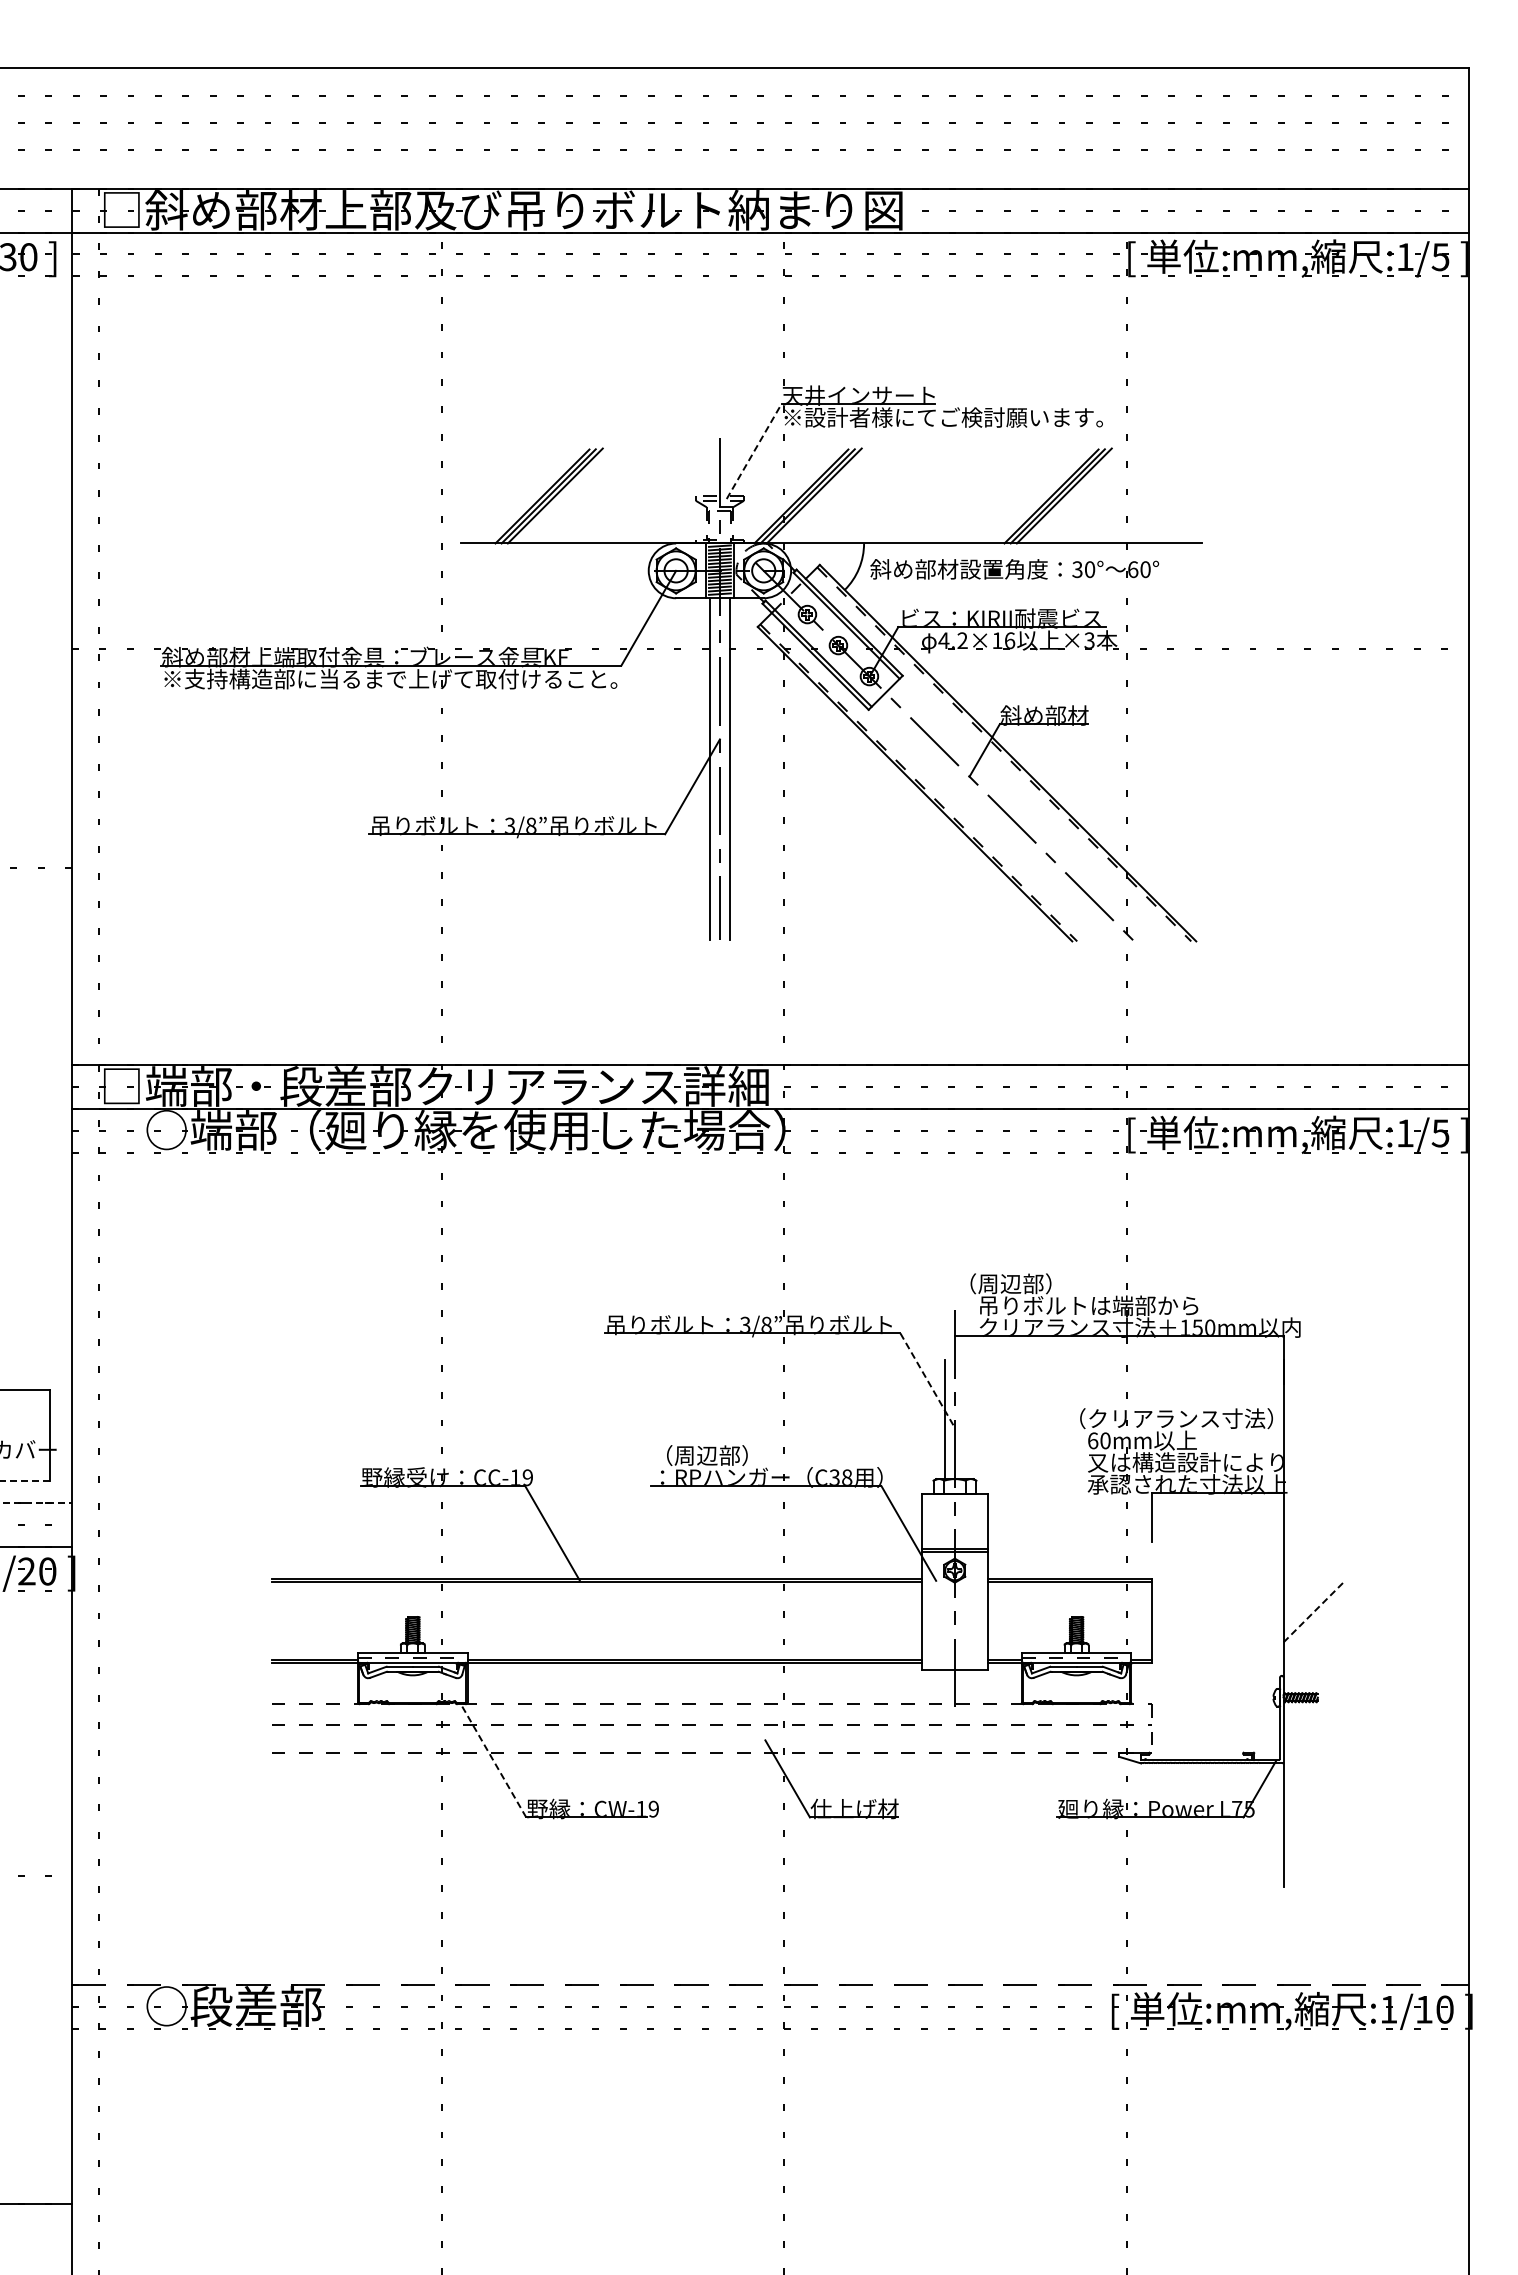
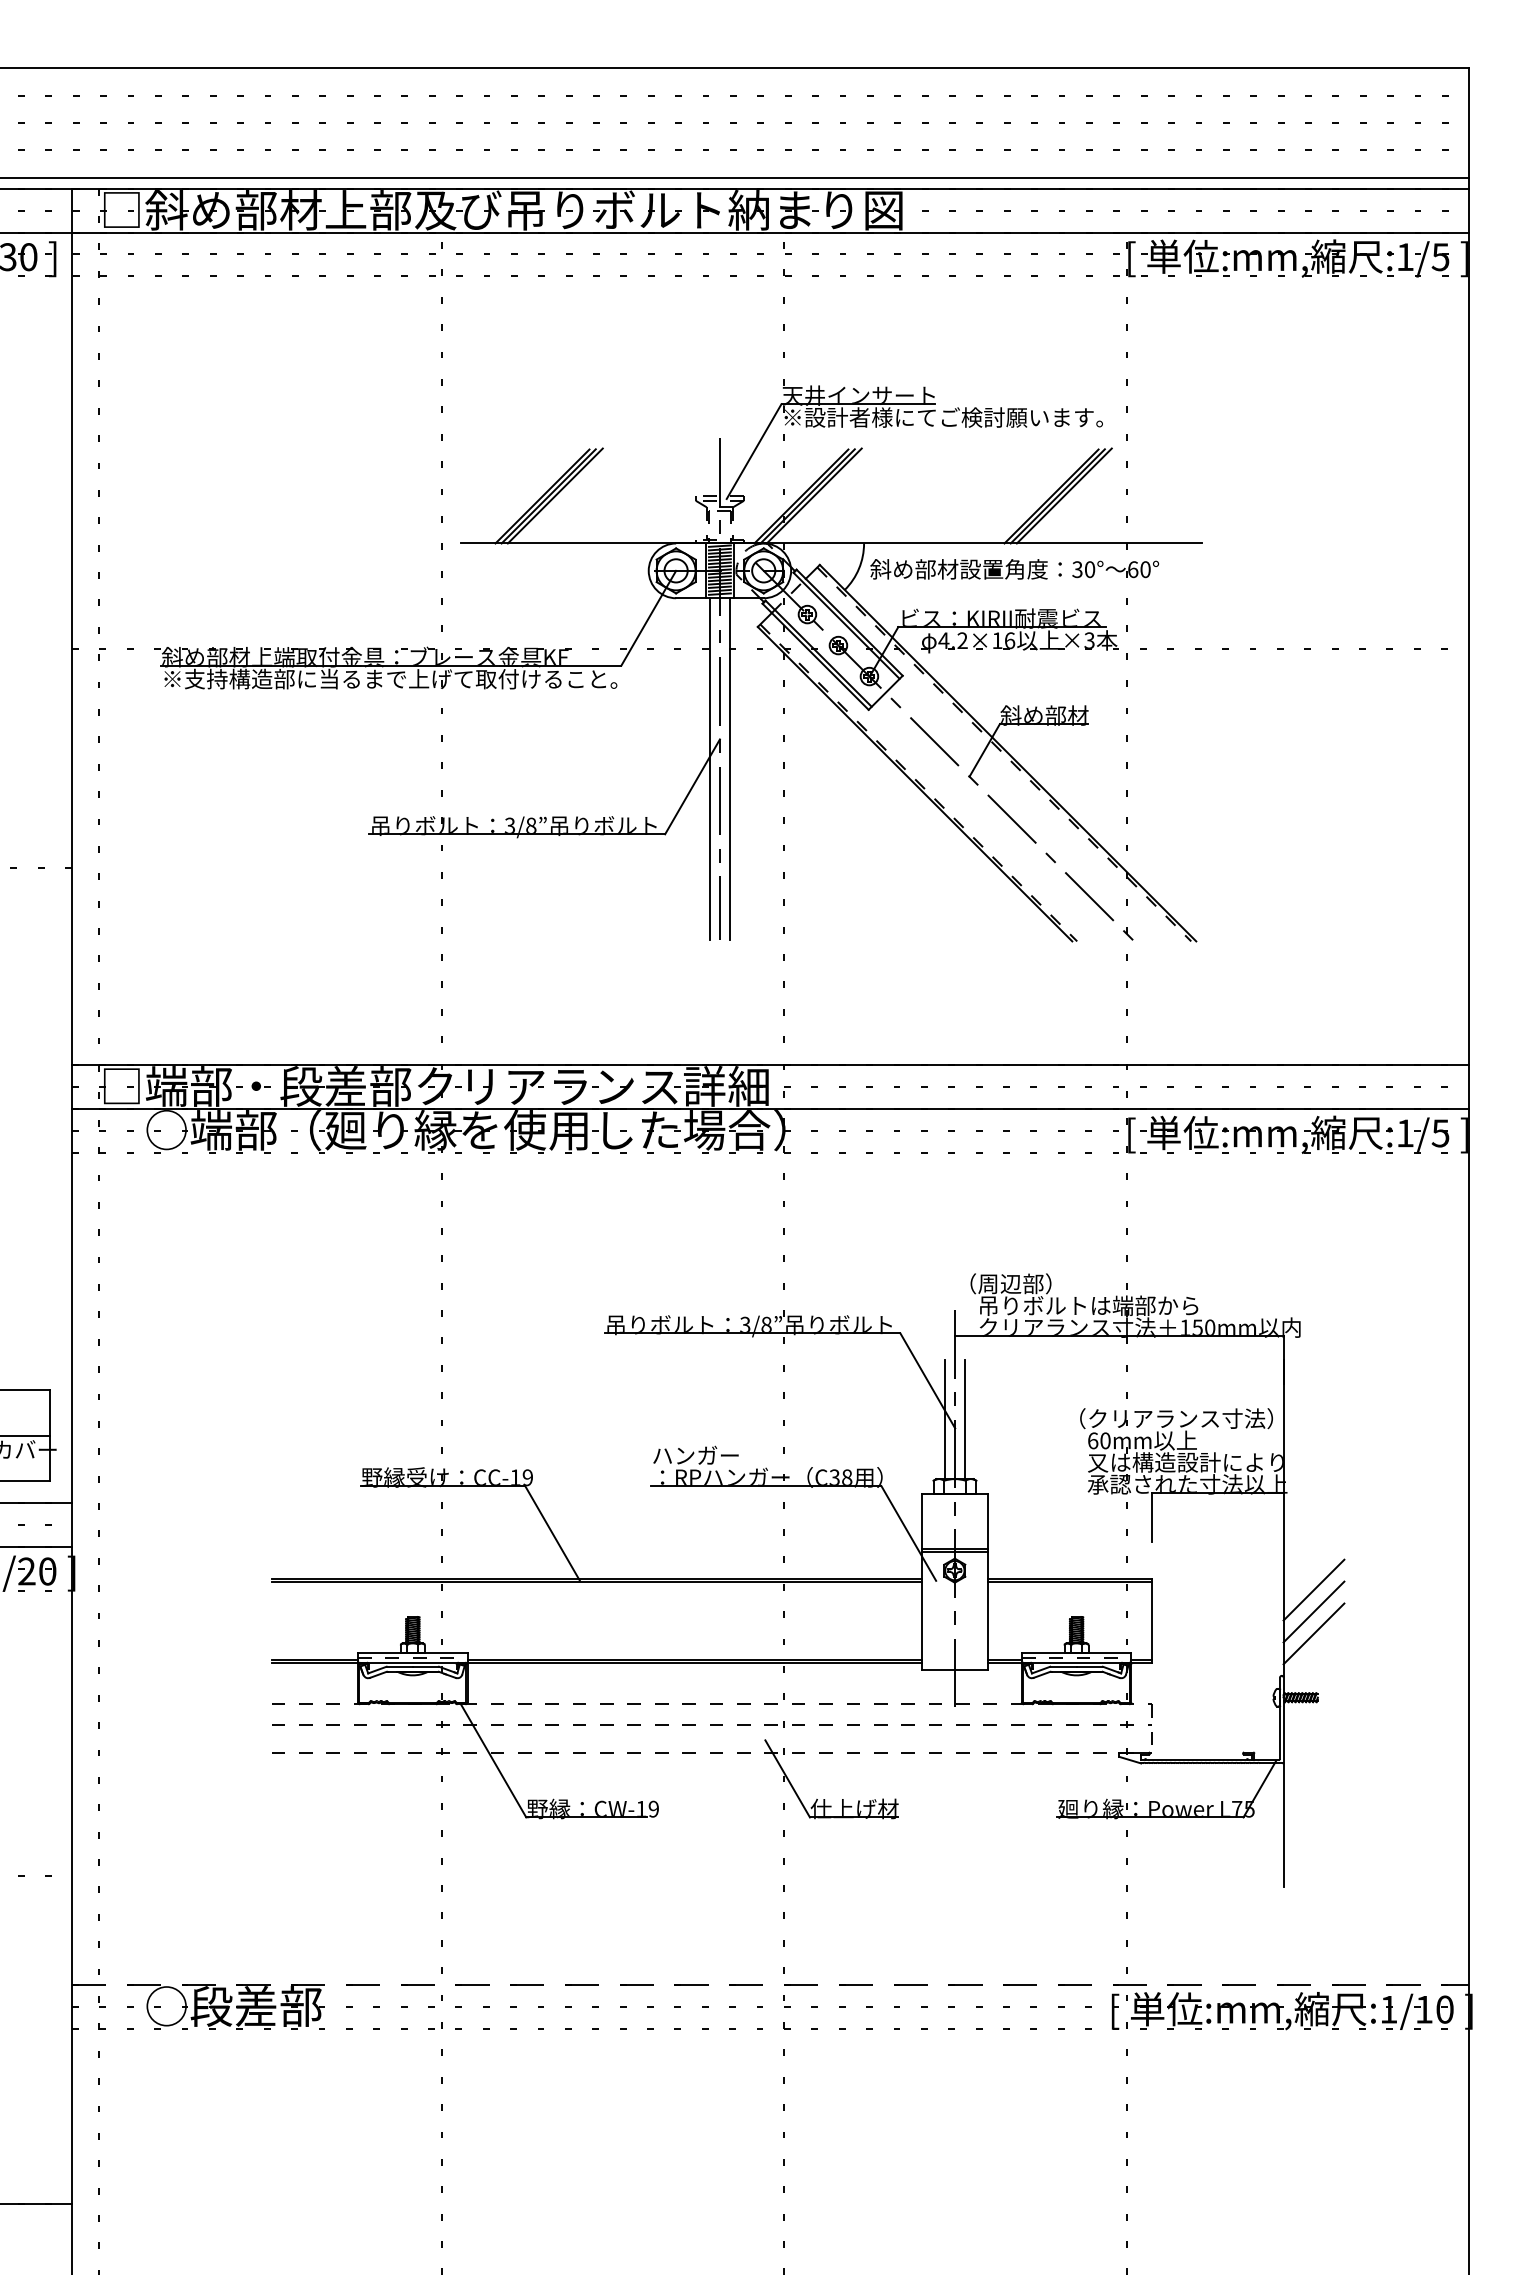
line at (735, 177): none -> present
line at (754, 451): dashed -> solid
line at (927, 1380): dashed -> solid
line at (964, 1419): none -> present
line at (26, 1435): none -> present
text at (700, 1455): （周辺部） -> ハンガー
line at (25, 1481): dashed -> solid
line at (36, 1503): dashed -> solid
line at (1313, 1589): none -> present
line at (1313, 1612): dashed -> solid
line at (1313, 1633): none -> present
line at (493, 1760): dashed -> solid
